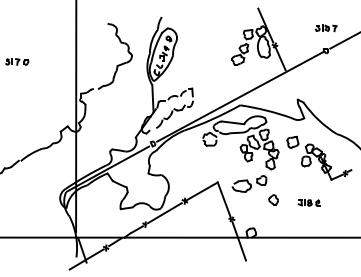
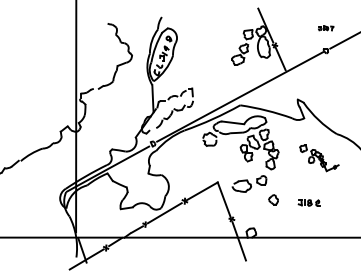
part at (325, 28) size: 24x9 px -> 17x7 px
part at (17, 61): present -> none
part at (319, 157) size: 67x46 px -> 41x29 px
